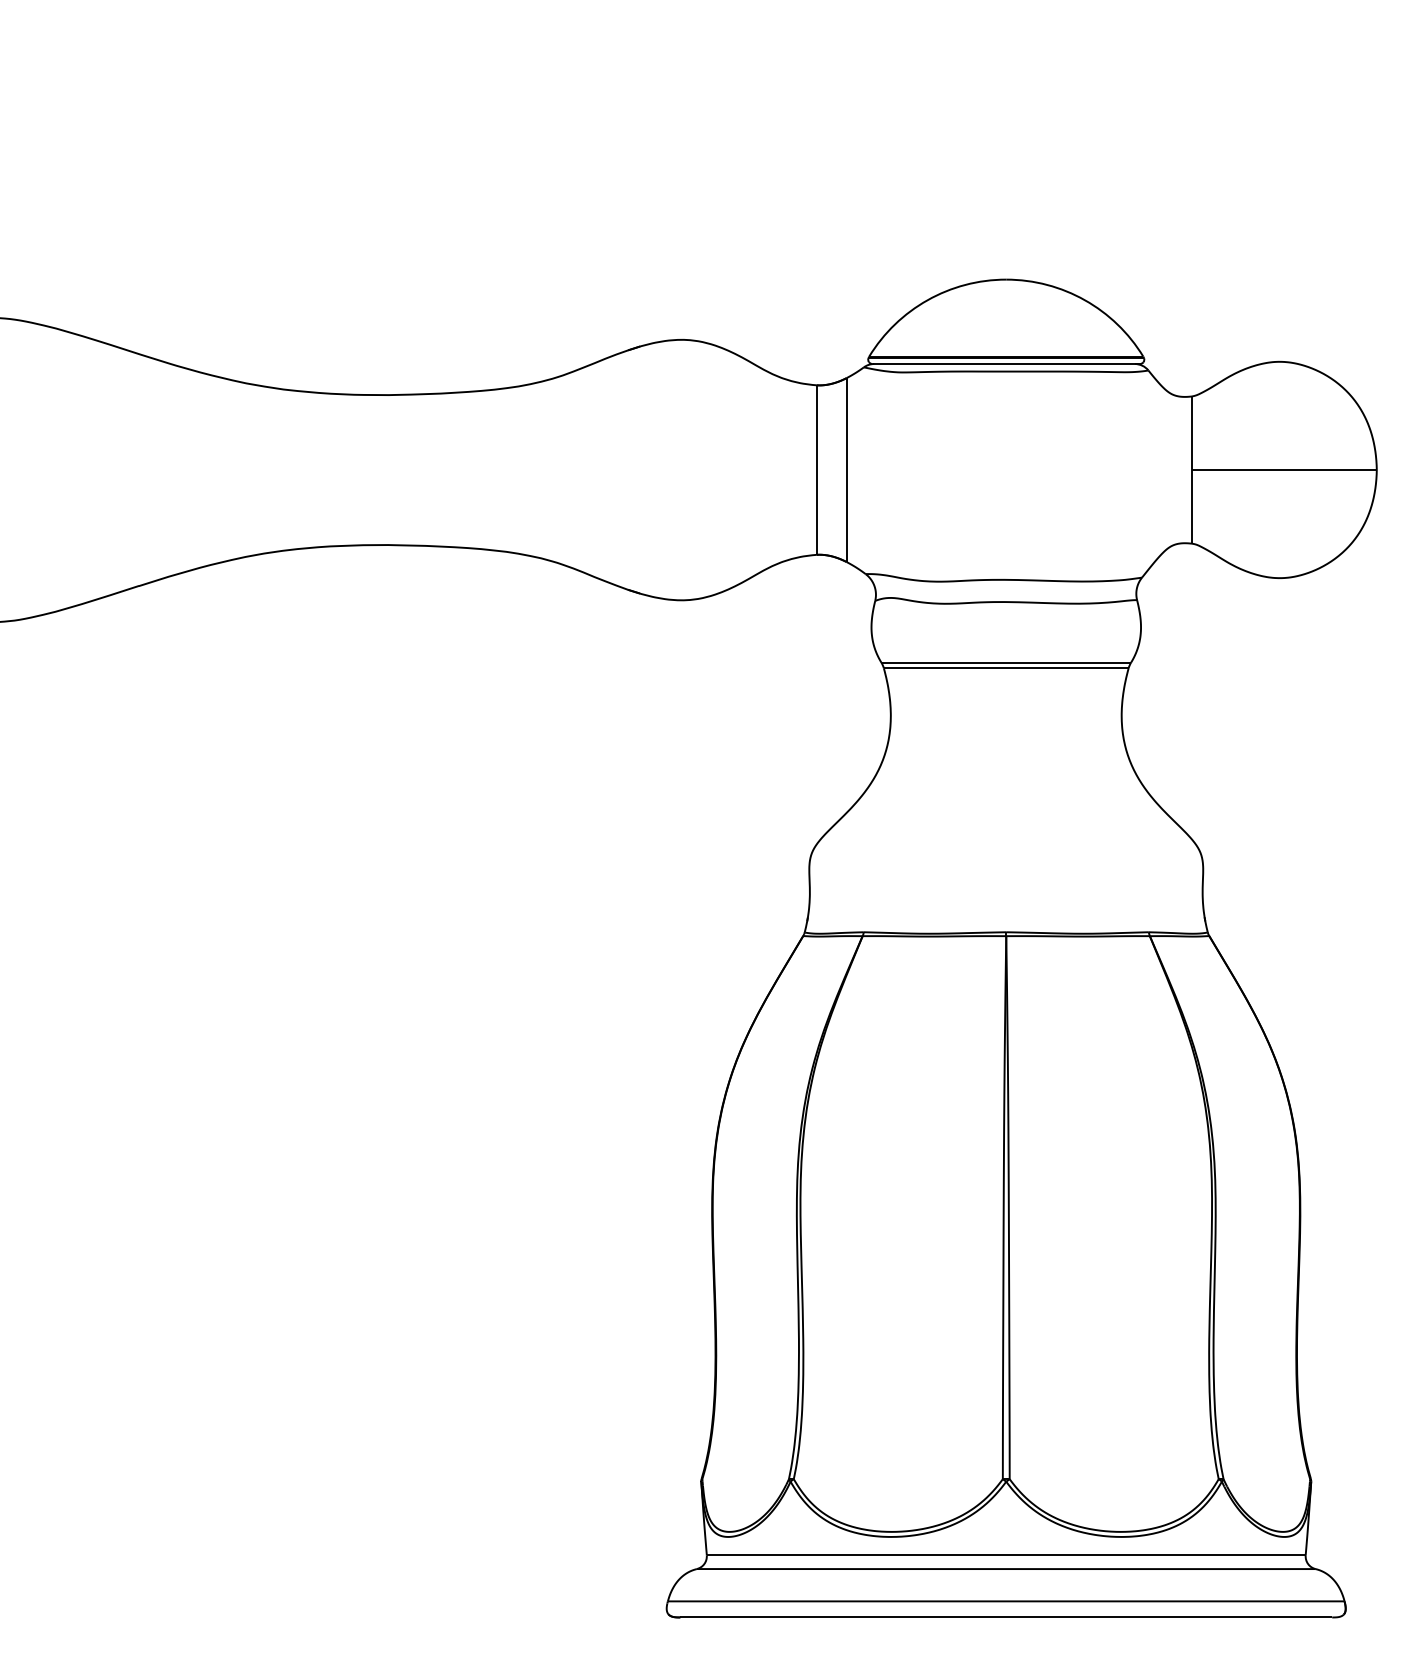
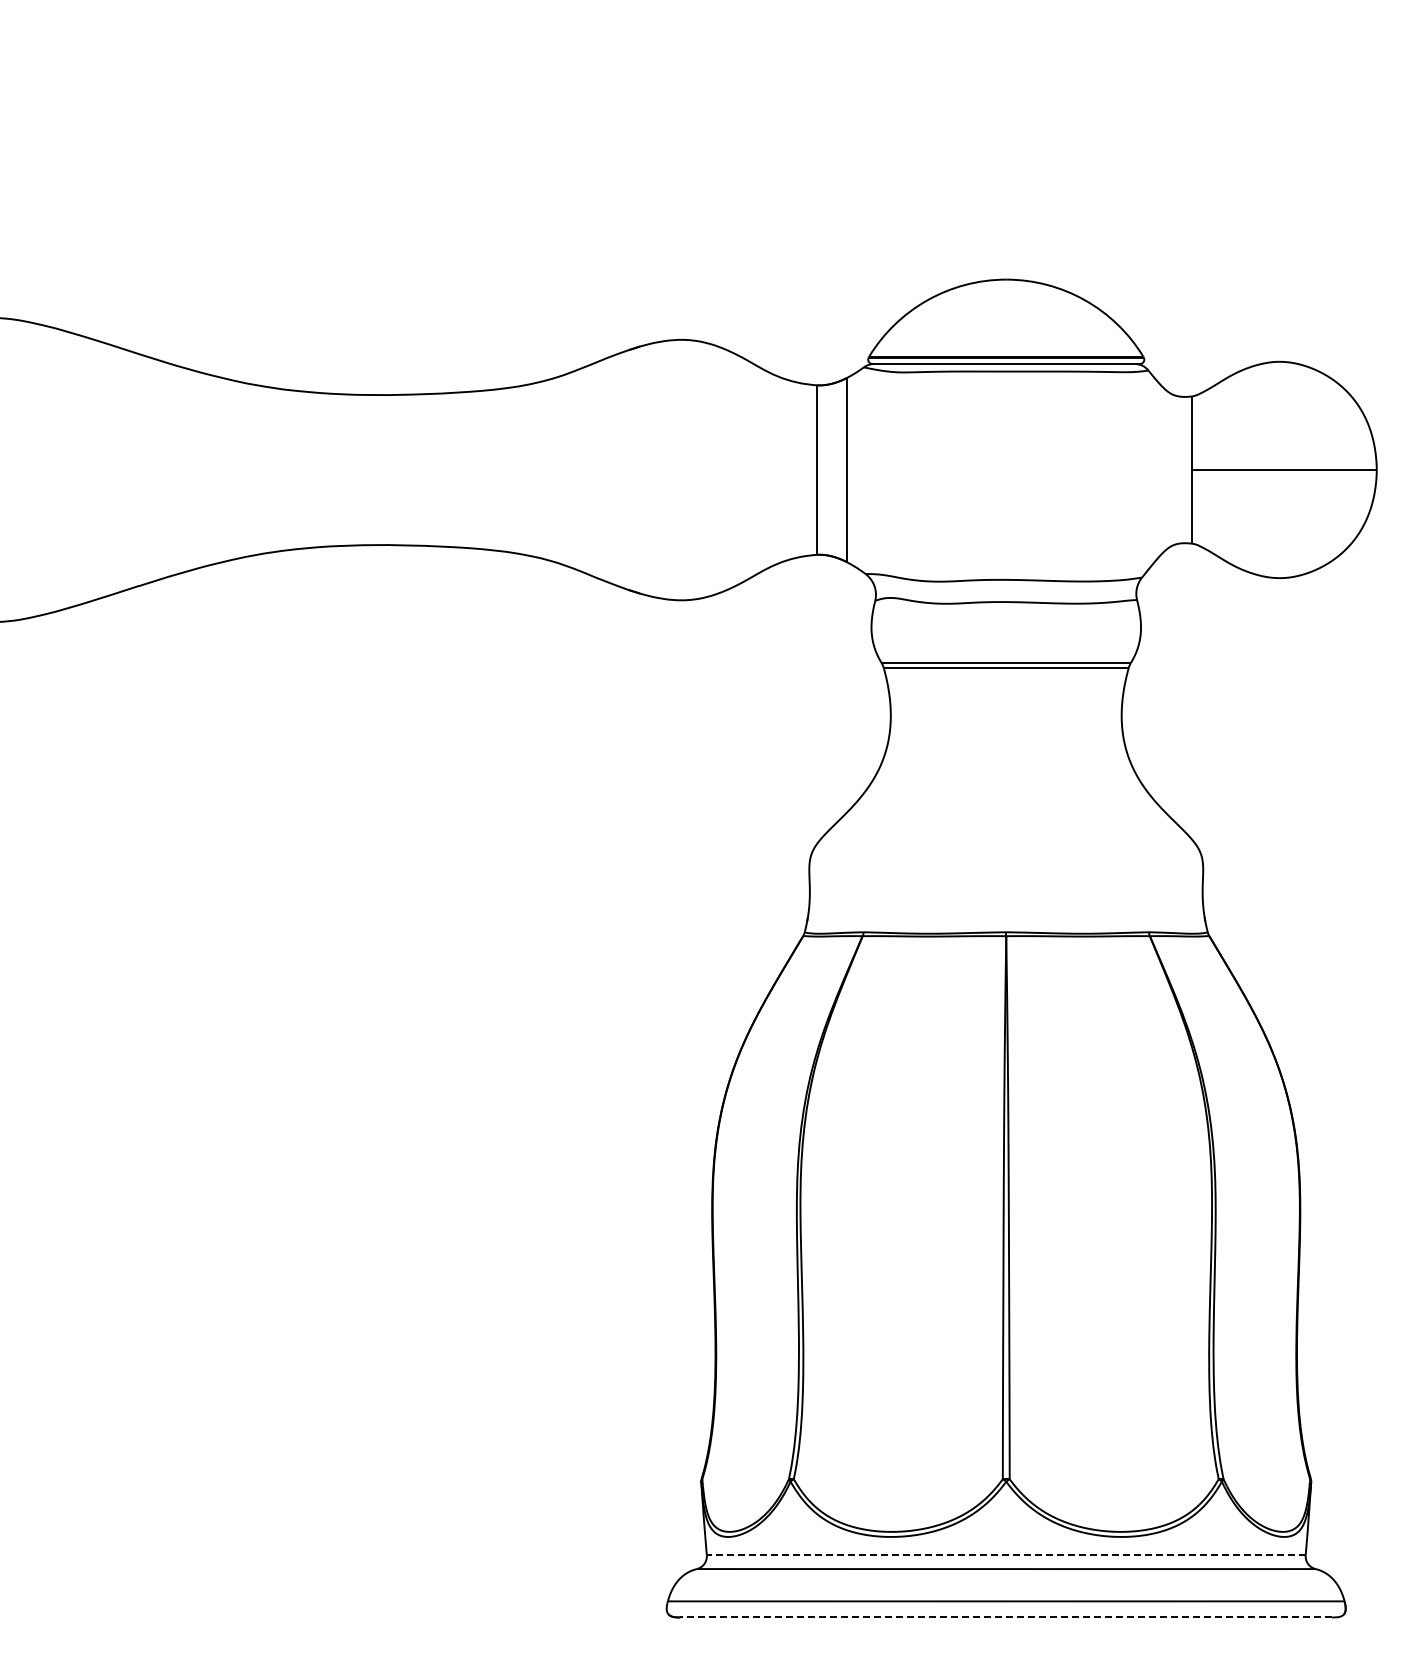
line at (1005, 1555): solid -> dashed
line at (1006, 1617): solid -> dashed
